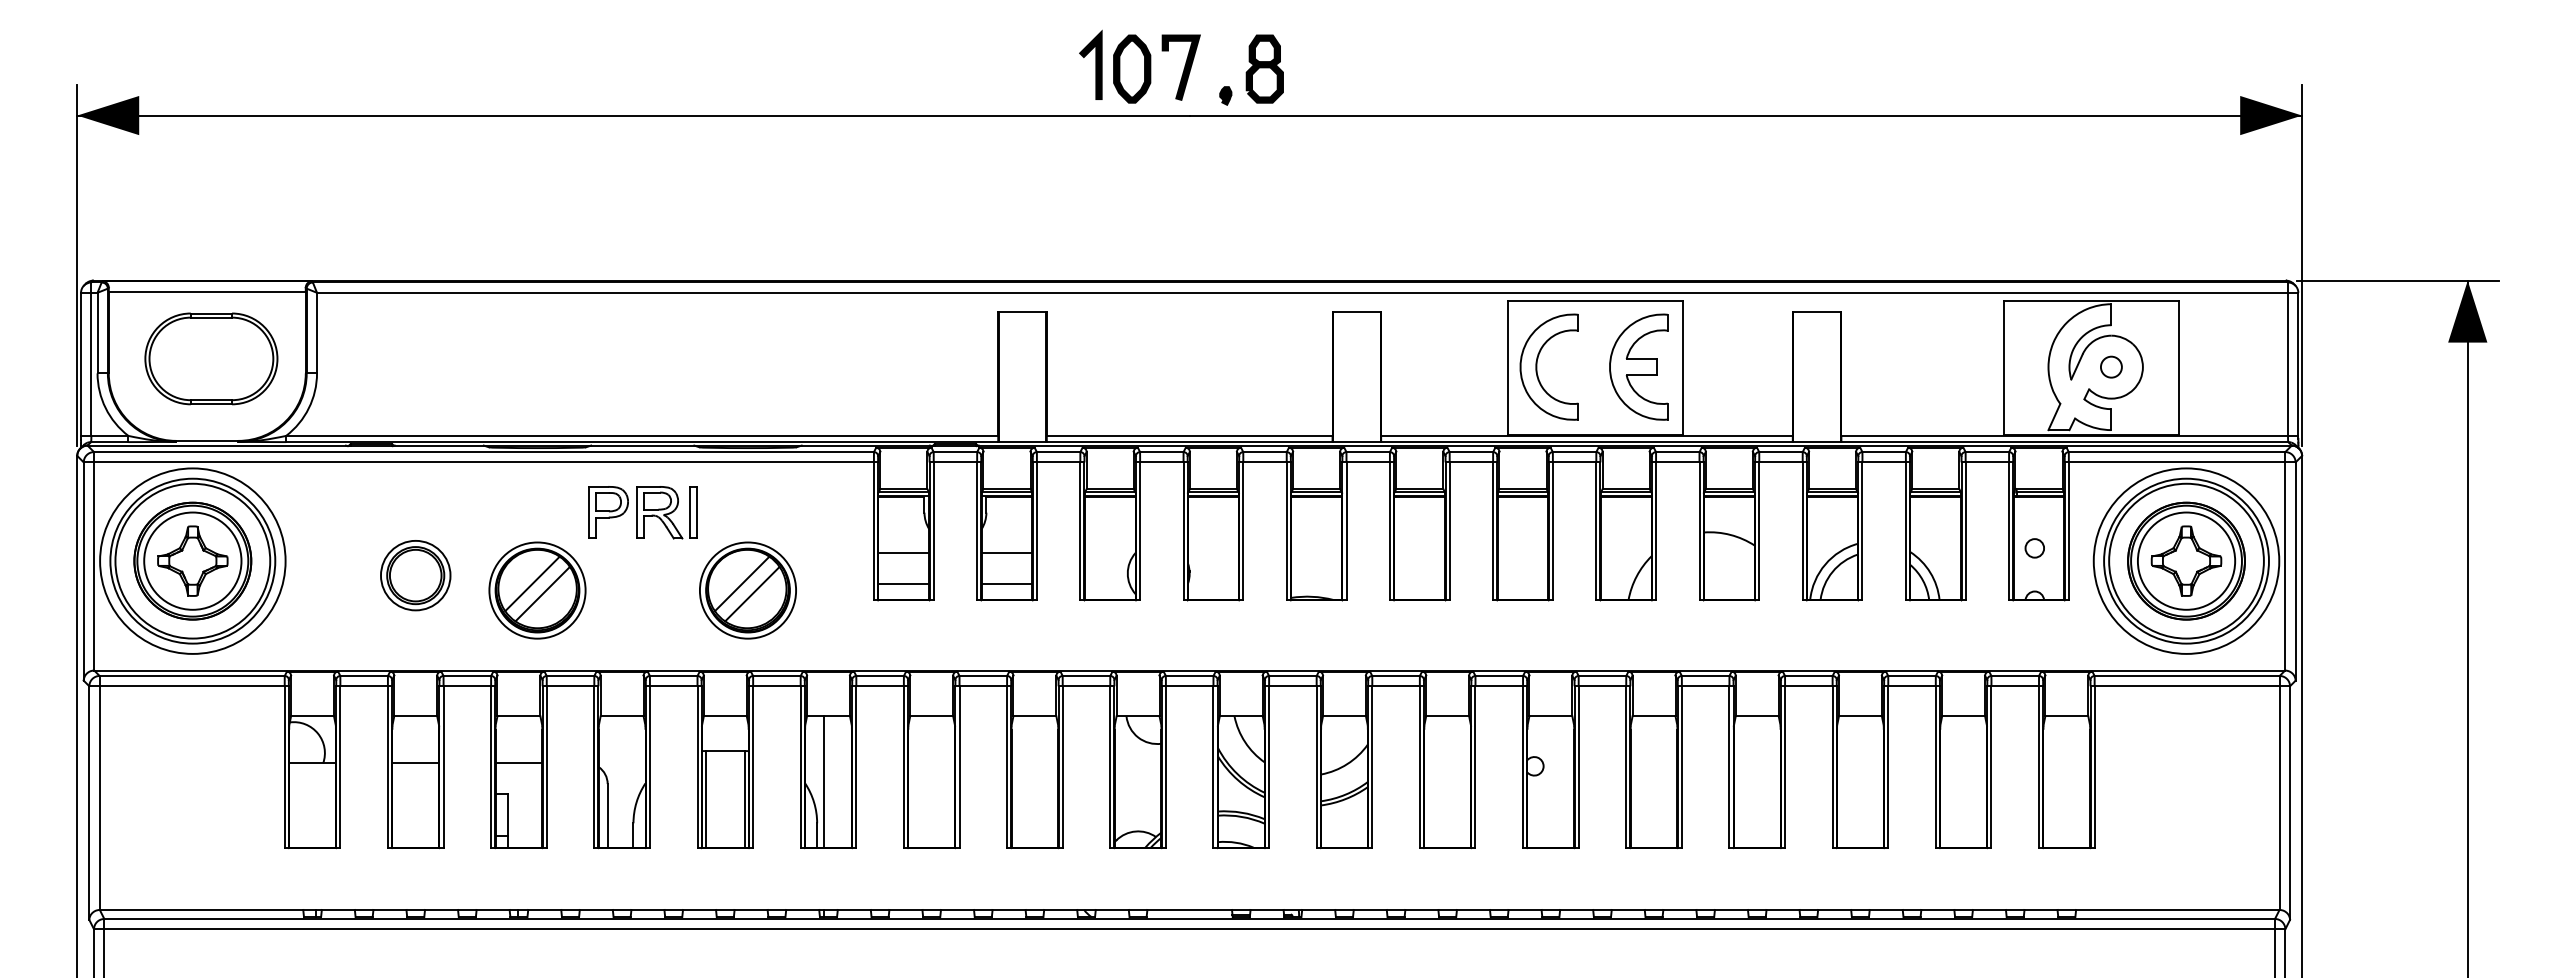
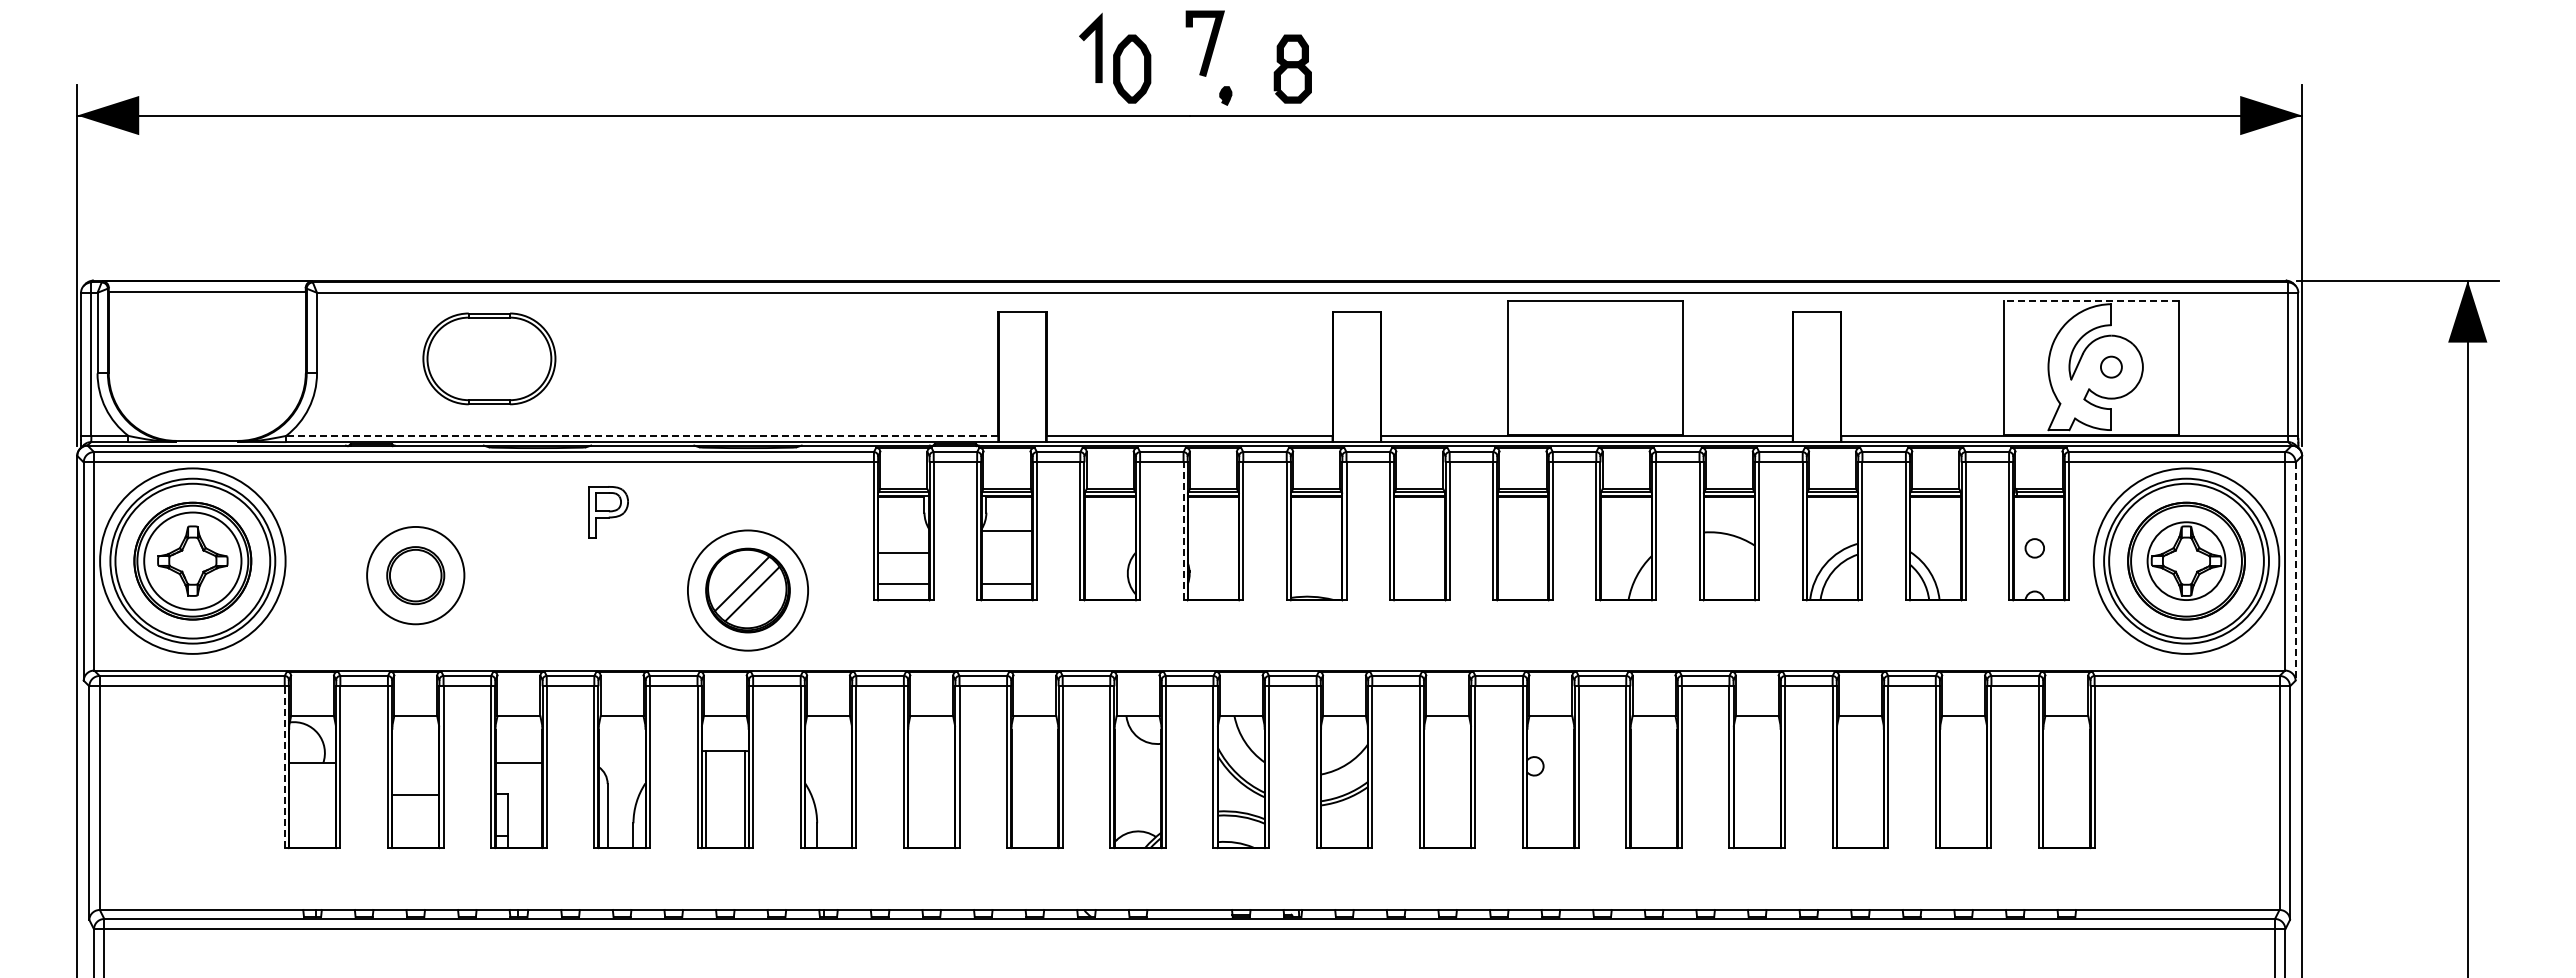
line at (1095, 64) position: (1095, 64) -> (1095, 47)
part at (1264, 68) position: (1264, 68) -> (1292, 68)
line at (1183, 69) position: (1183, 69) -> (1207, 45)
line at (2091, 301): solid -> dashed
part at (211, 358) position: (211, 358) -> (489, 358)
part at (1537, 366): present -> none
part at (1638, 366): present -> none
line at (641, 435): solid -> dashed
part at (666, 512): present -> none
line at (1183, 531): solid -> dashed
line at (1006, 552) position: (1006, 552) -> (1006, 530)
circle at (2186, 560) diameter: 97 px -> 78 px
line at (2295, 572): solid -> dashed
circle at (415, 575) diameter: 70 px -> 97 px
part at (537, 590): present -> none
circle at (747, 590) diameter: 96 px -> 120 px
line at (415, 763) position: (415, 763) -> (415, 795)
line at (284, 767): solid -> dashed
line at (824, 781): present -> none
